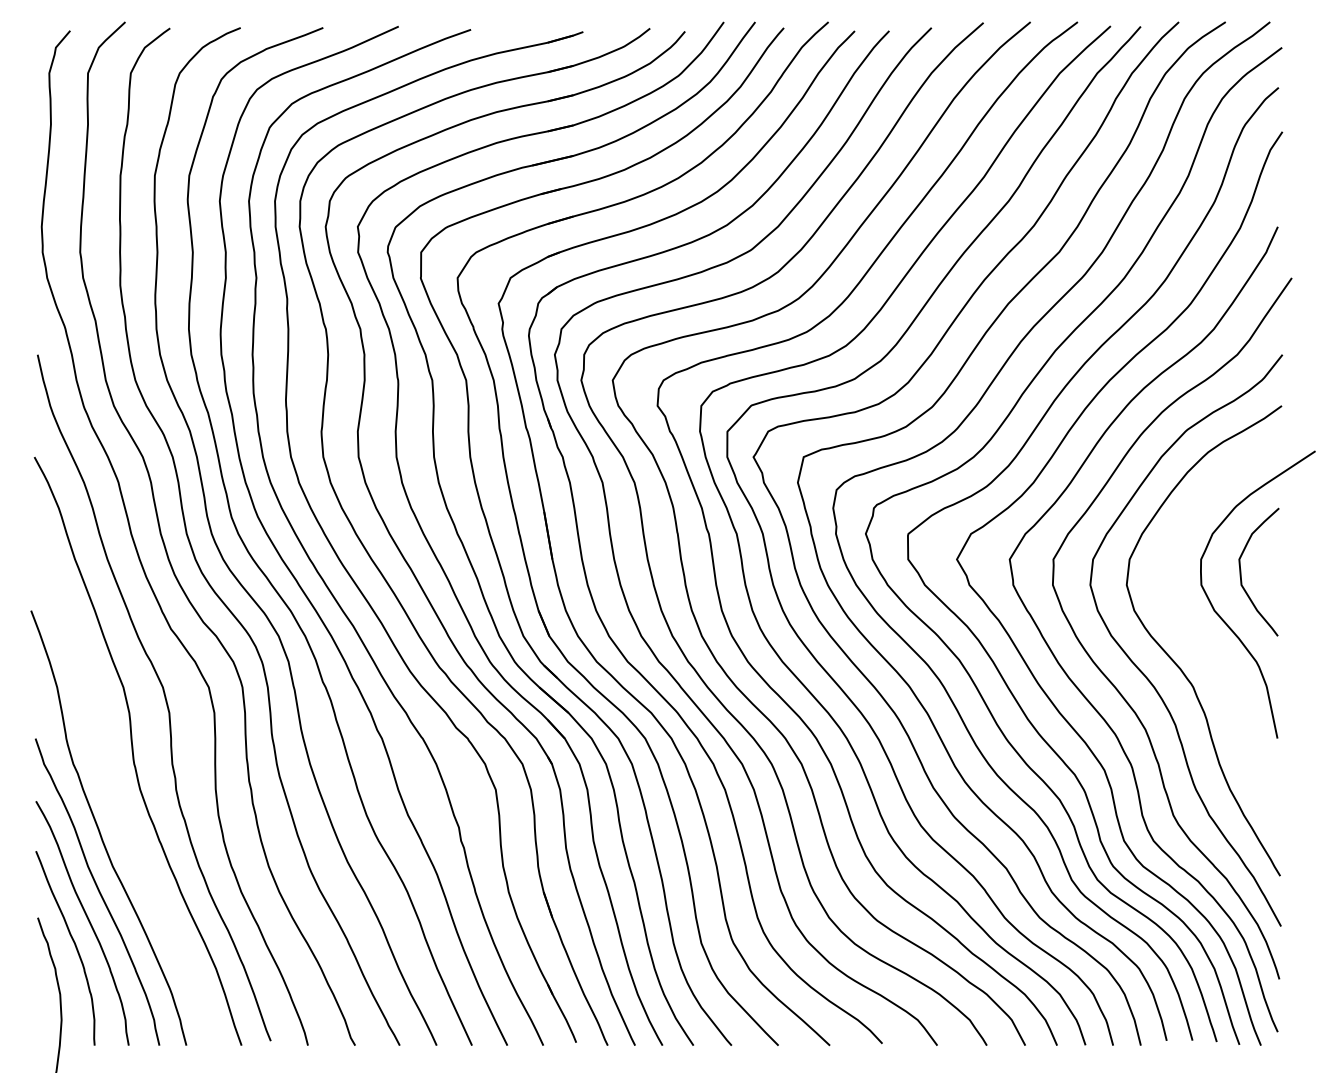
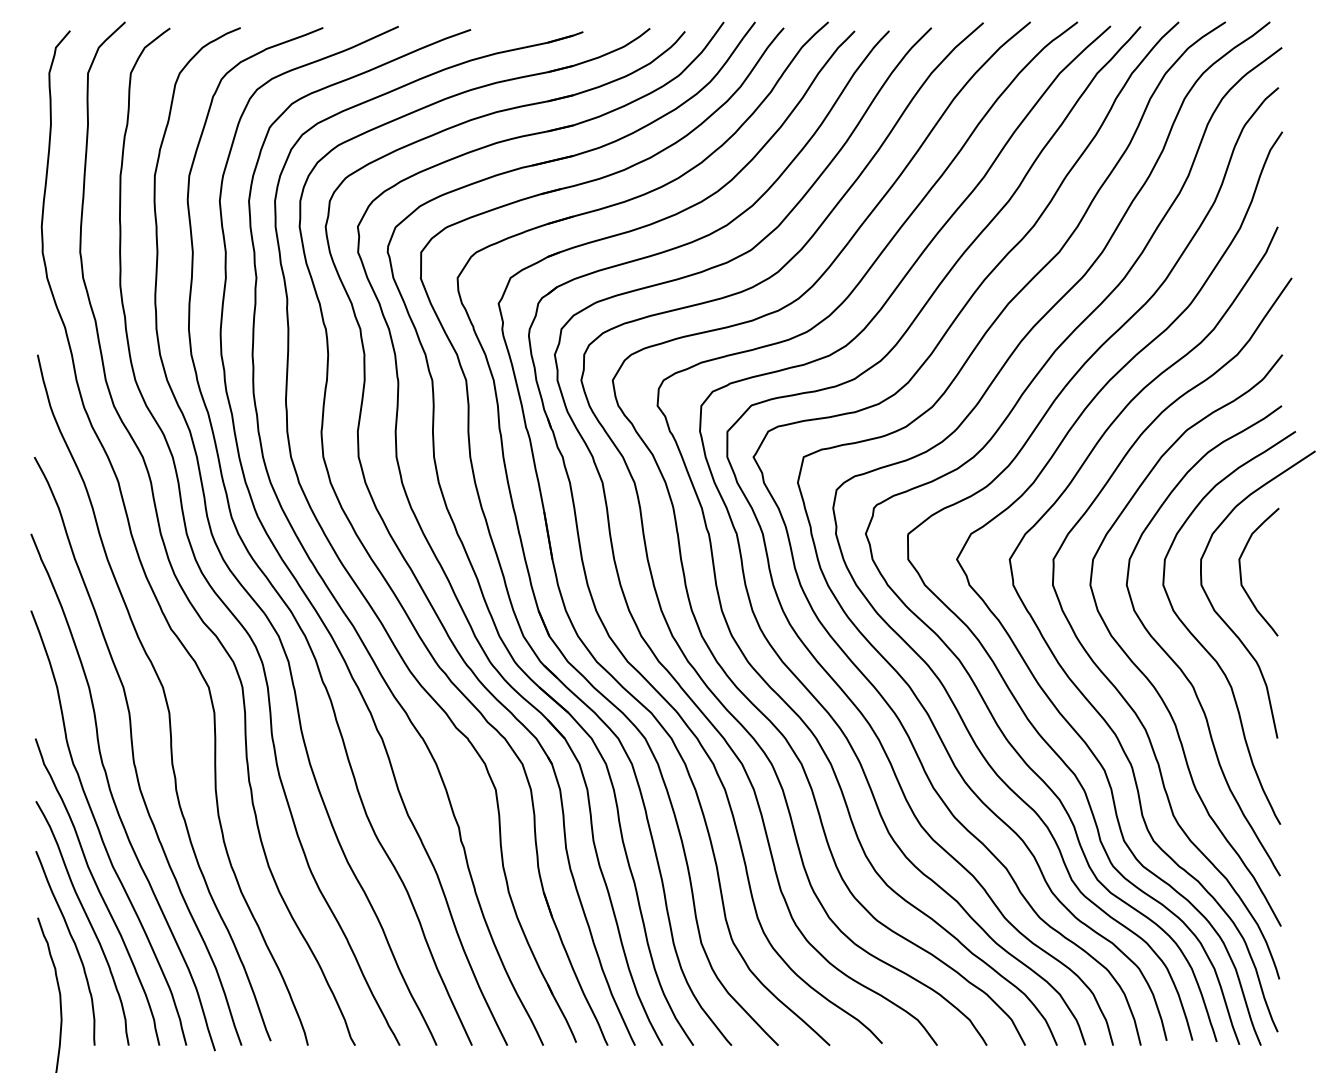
curve at (1204, 646): none -> present
curve at (113, 796): none -> present
